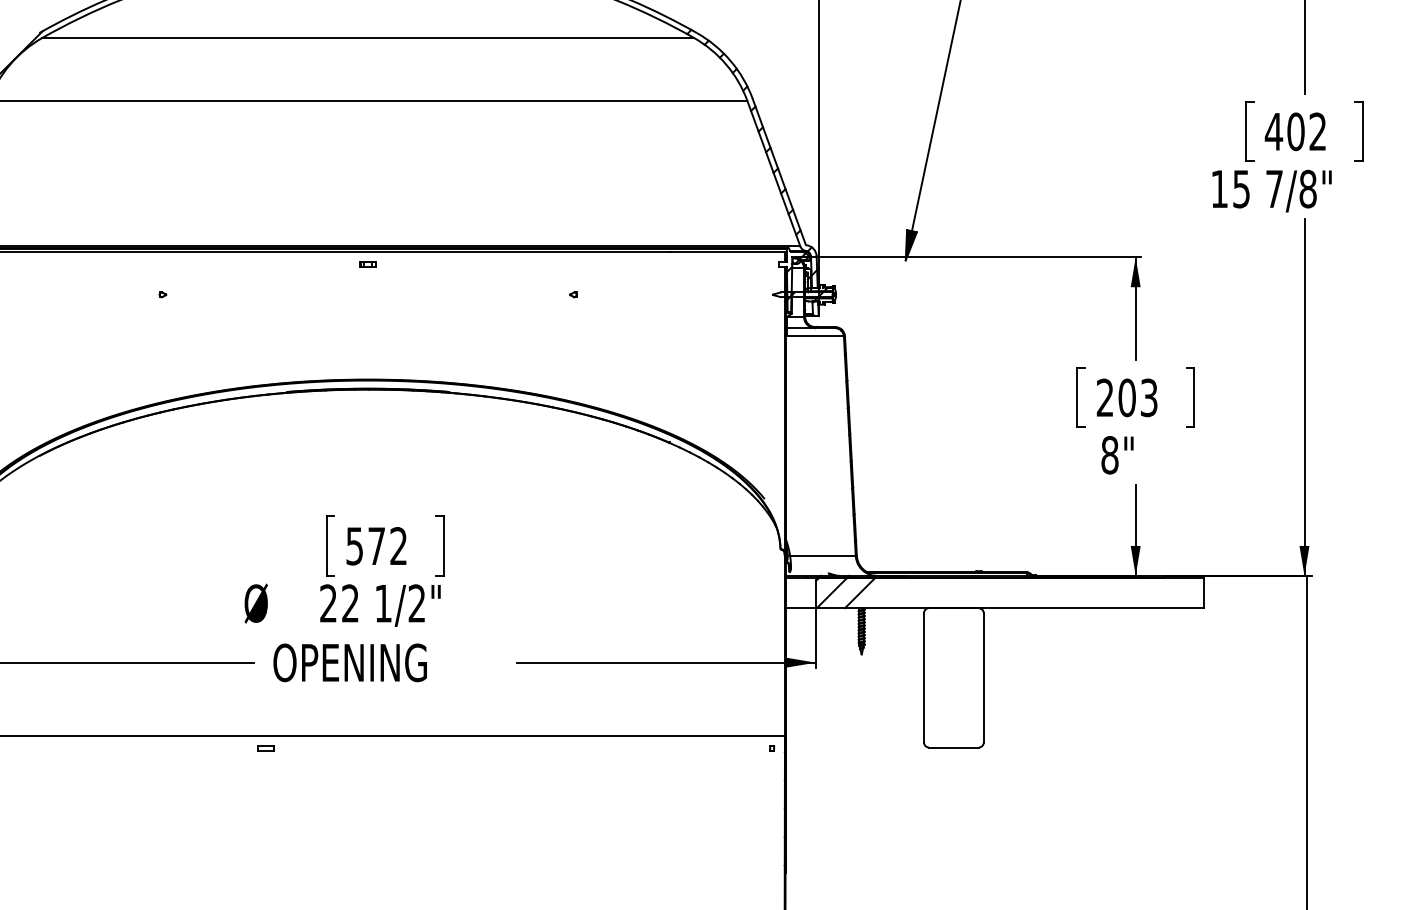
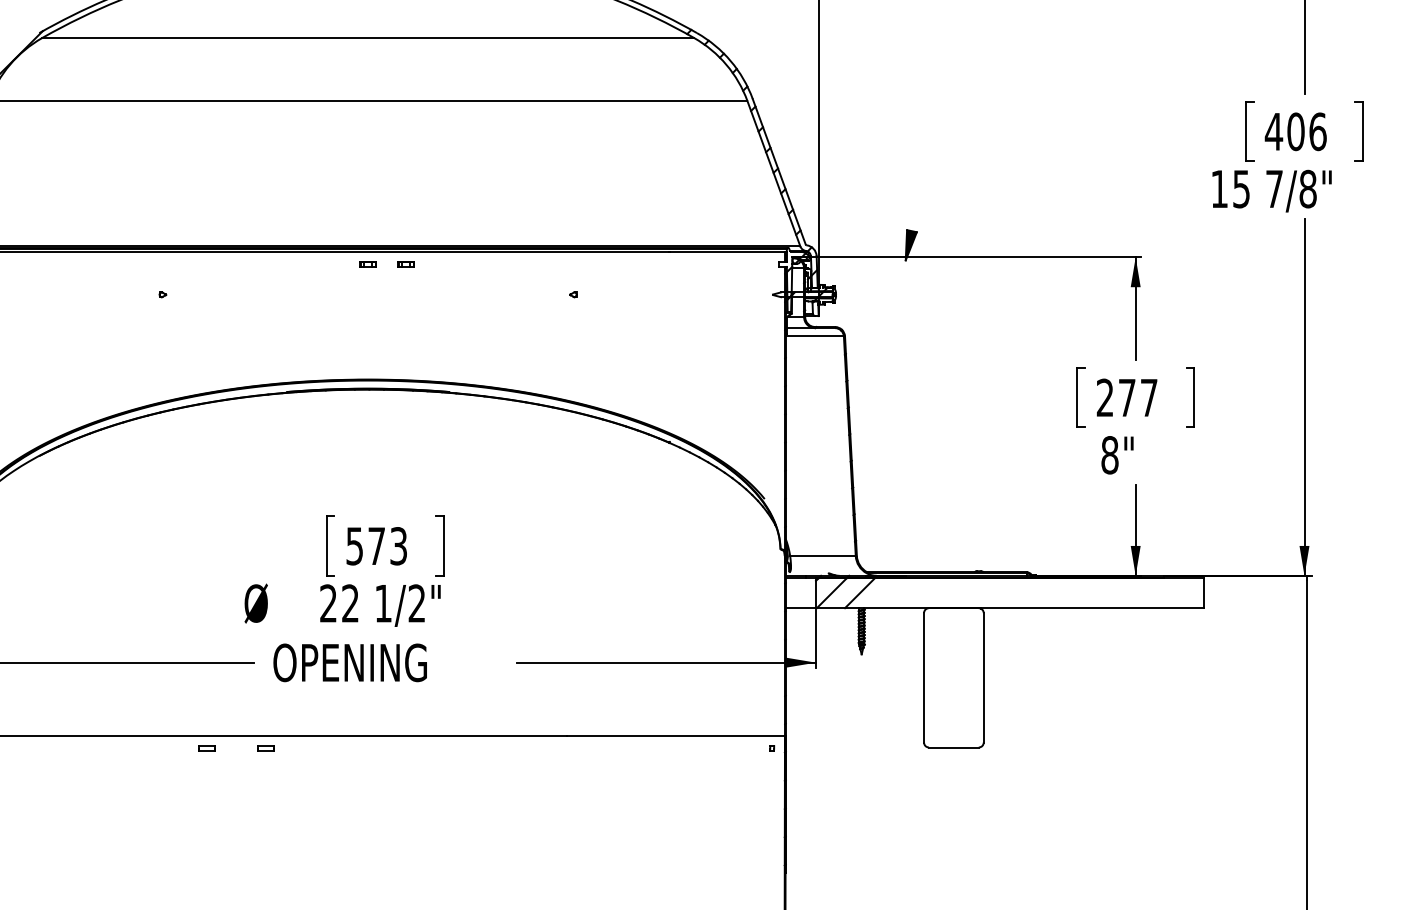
line at (935, 116): present -> none
text at (1317, 131): 402 -> 406
part at (405, 264): none -> present
text at (1137, 397): 203 -> 277
text at (398, 546): 572 -> 573
part at (206, 748): none -> present
